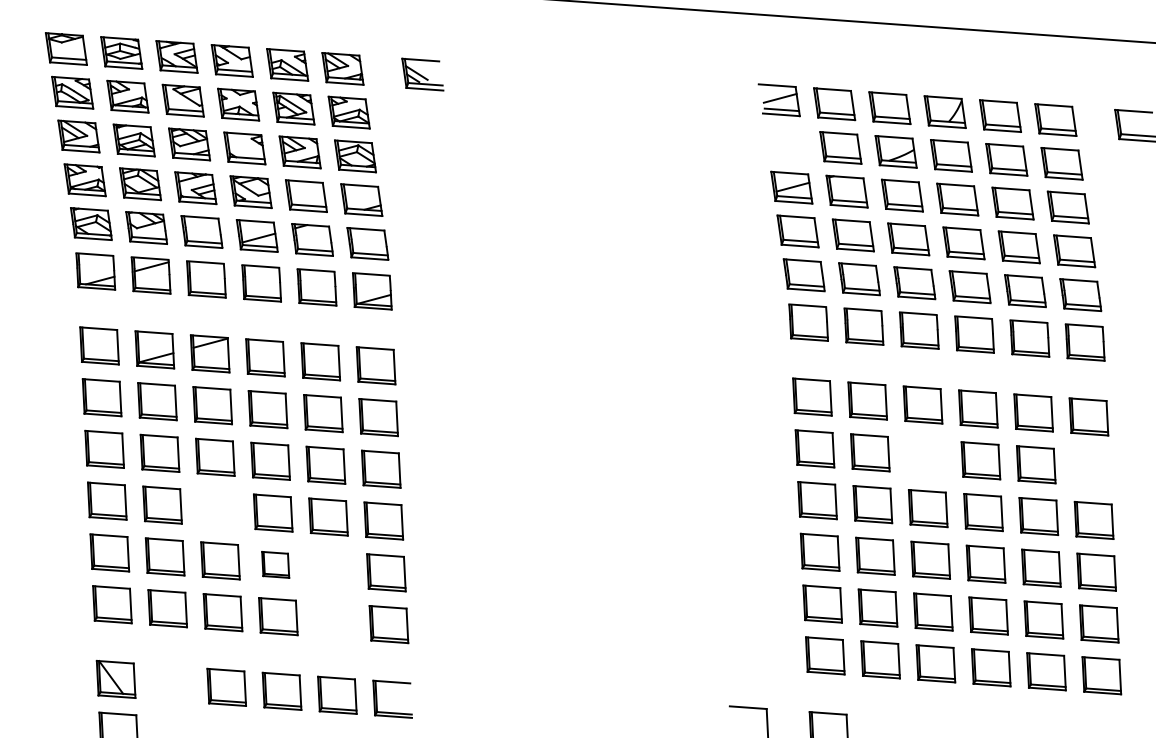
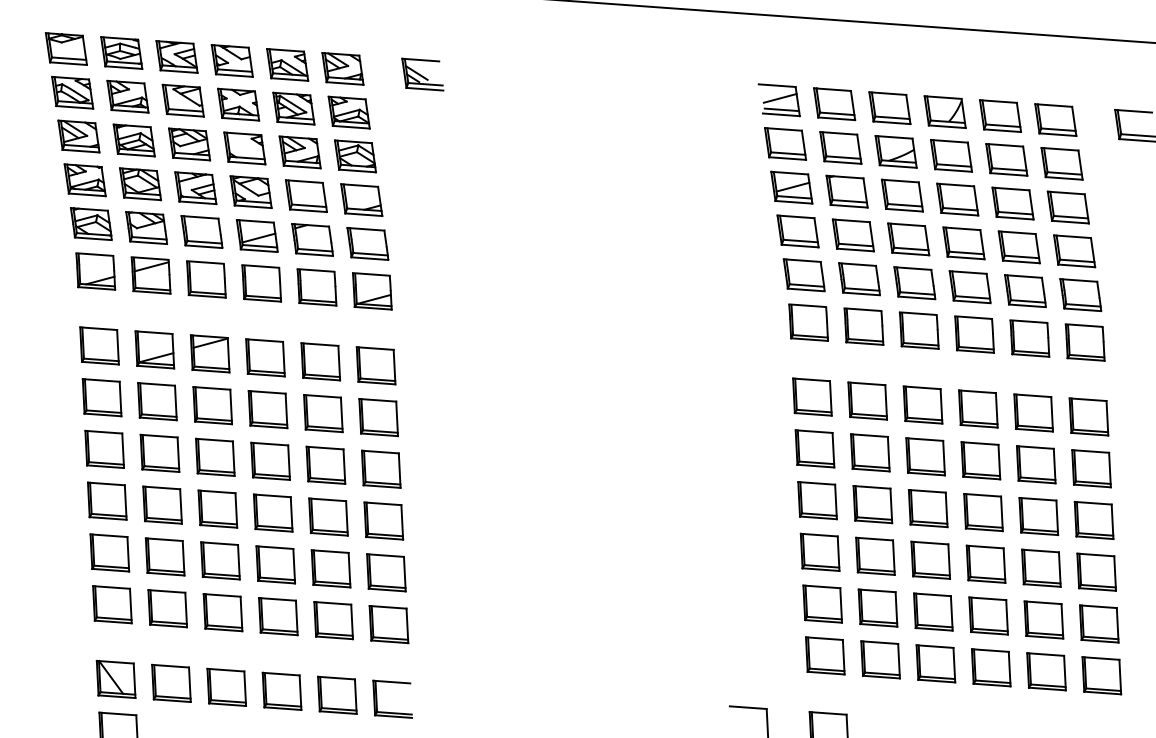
part at (785, 143): none -> present
part at (925, 456): none -> present
part at (1091, 468): none -> present
part at (217, 508): none -> present
part at (275, 564) size: 30x28 px -> 41x40 px
part at (330, 568): none -> present
part at (333, 620): none -> present
part at (171, 682): none -> present
